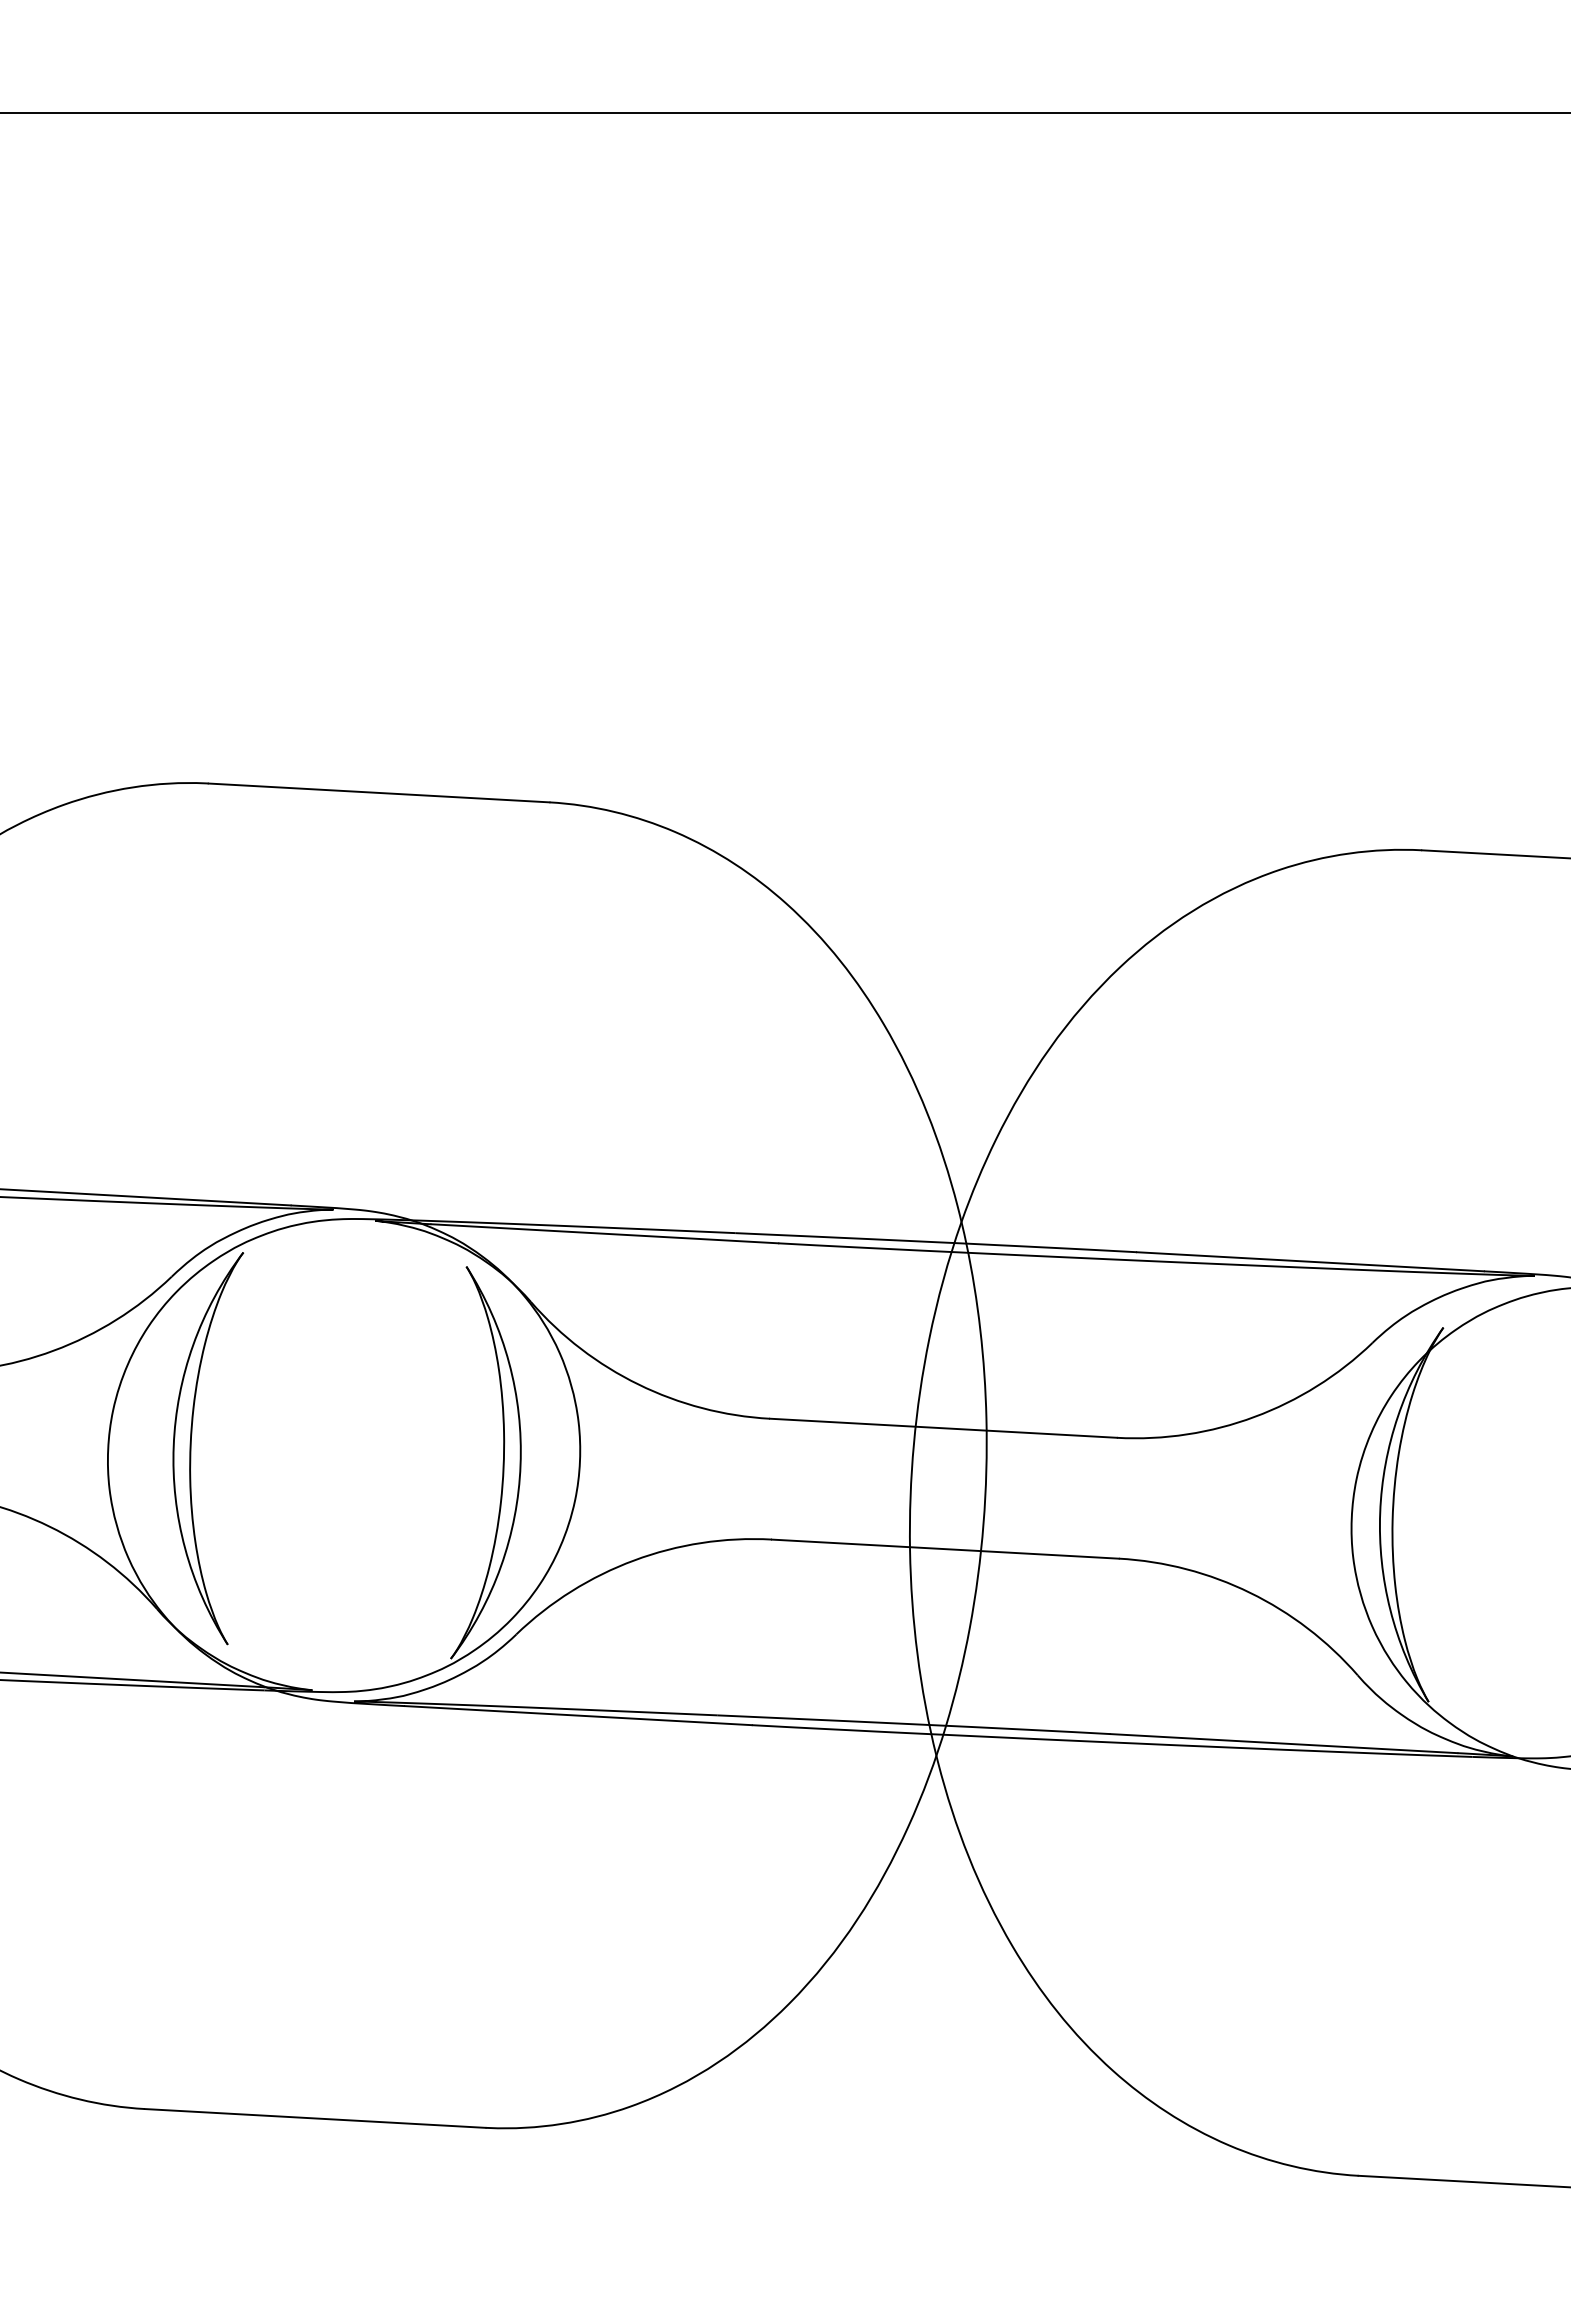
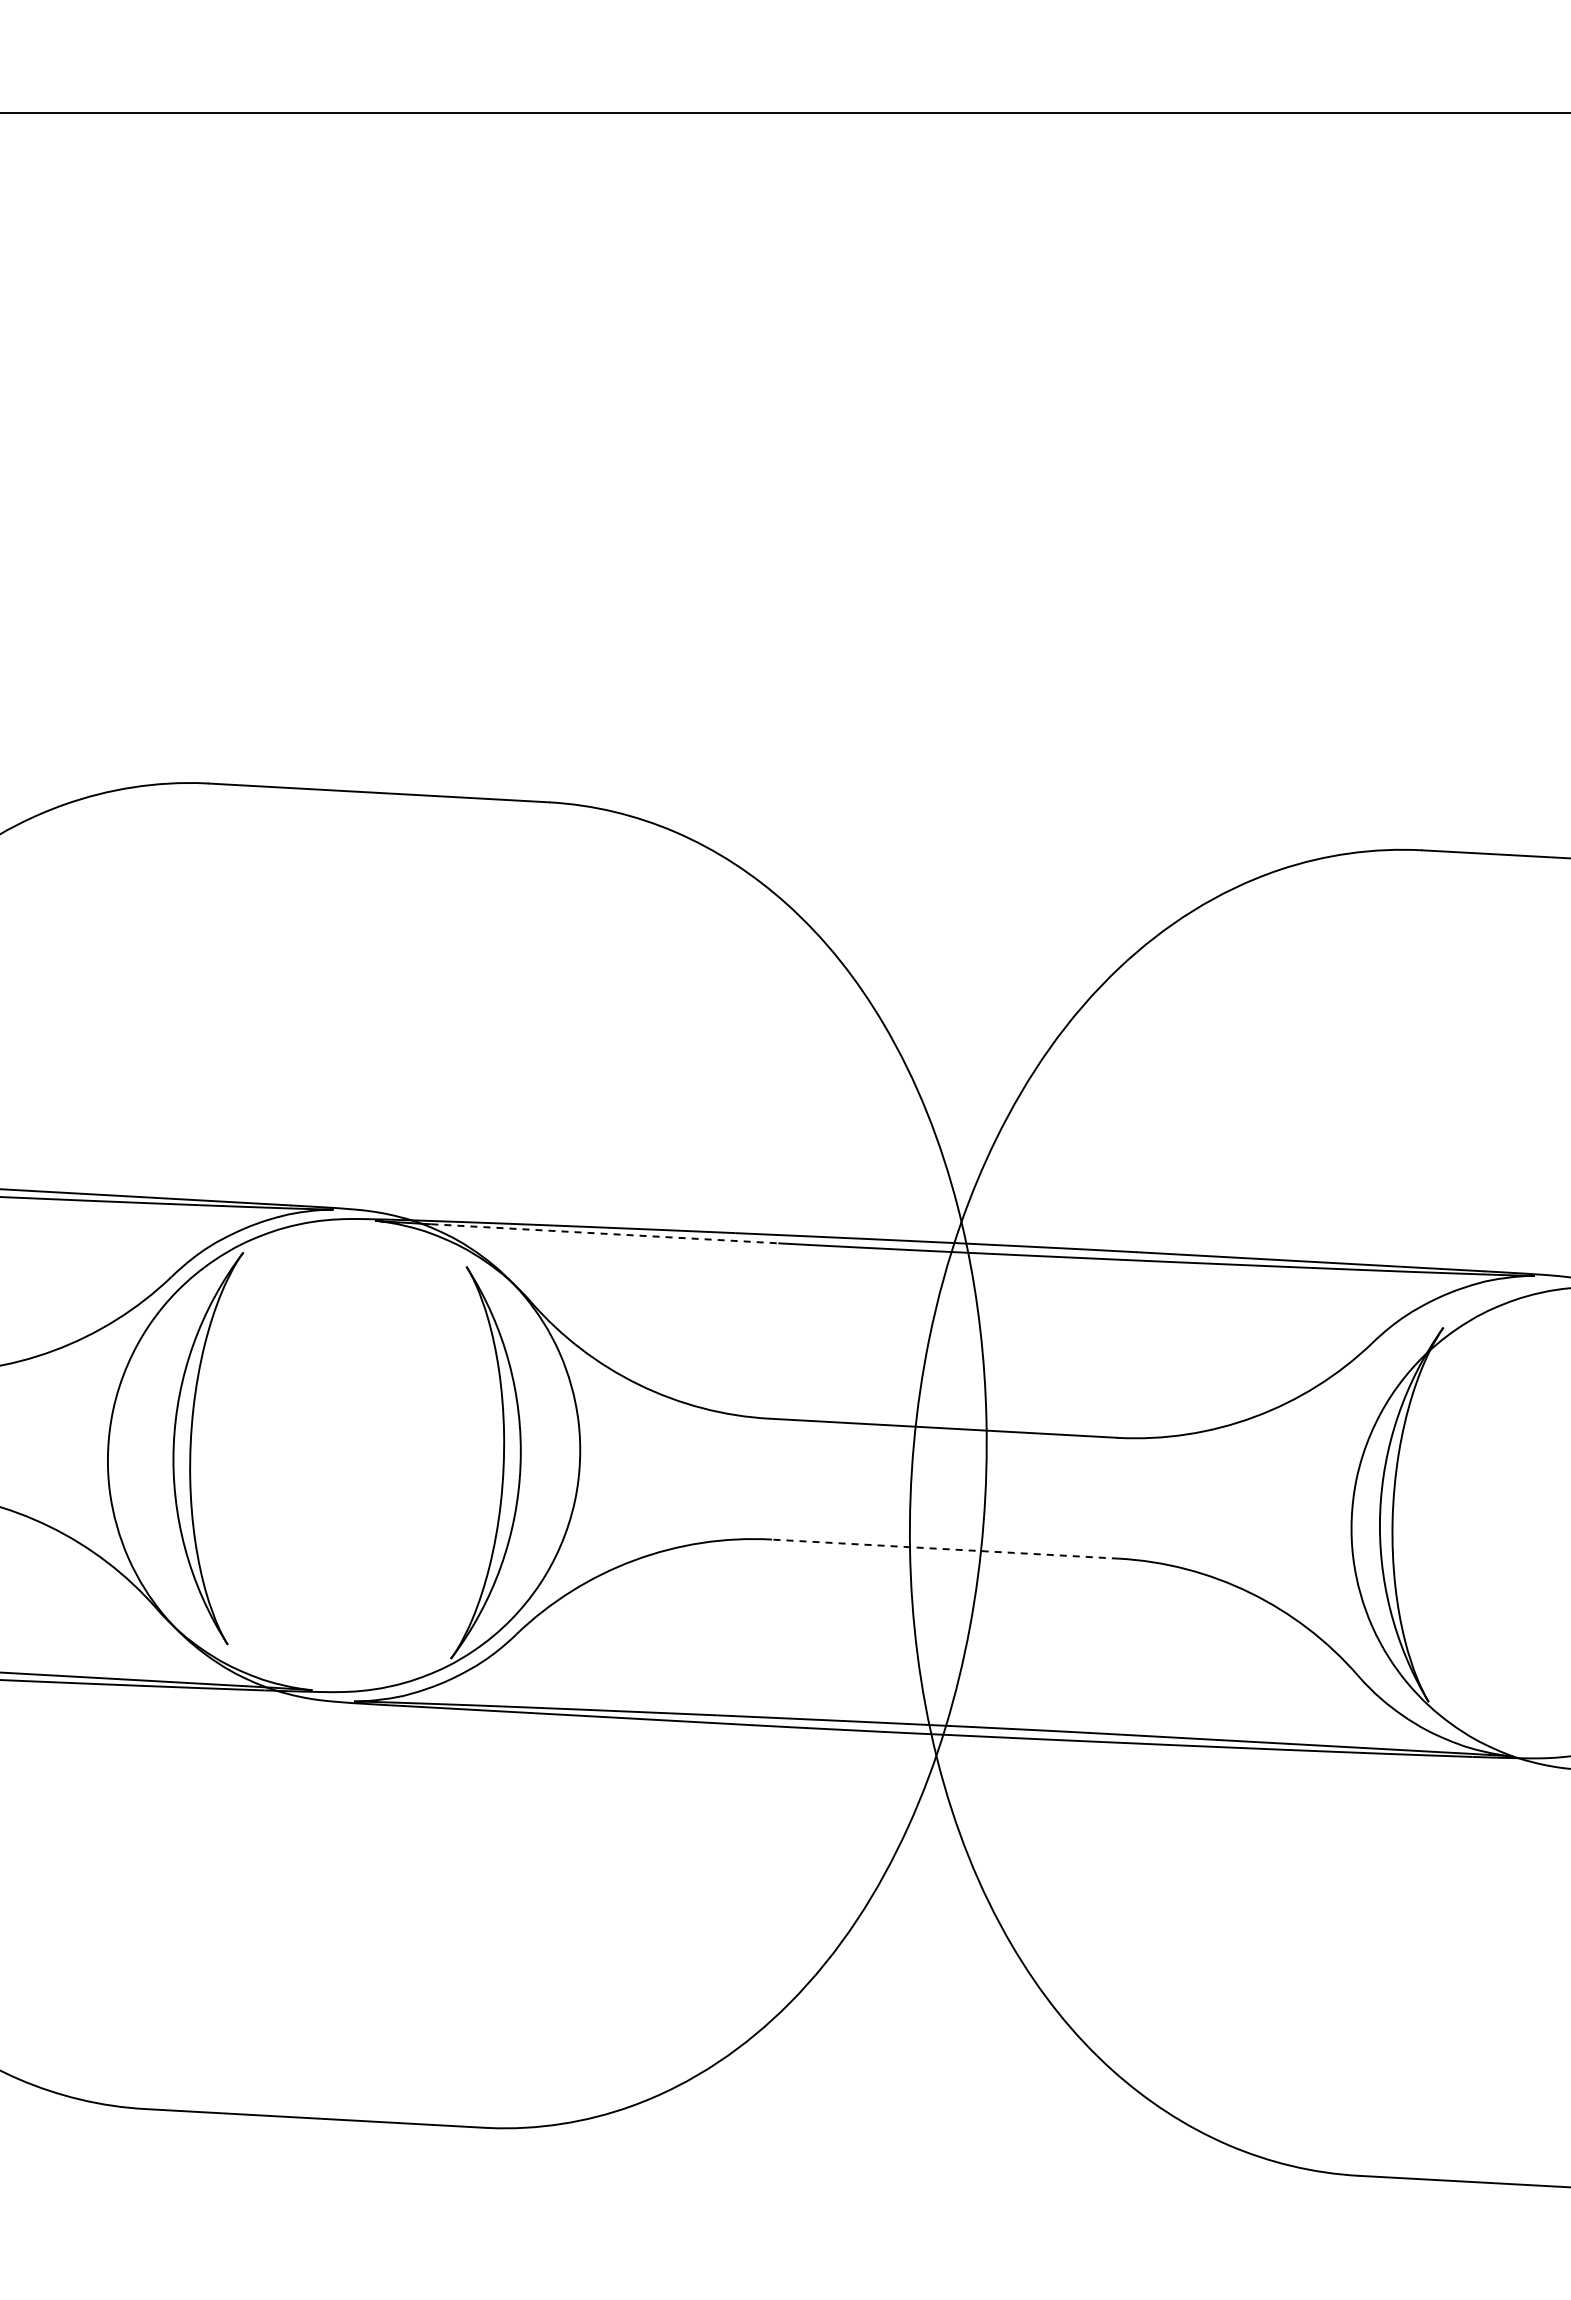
line at (604, 1233): solid -> dashed
line at (945, 1549): solid -> dashed
